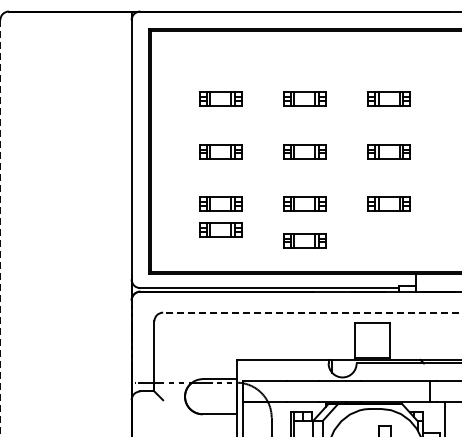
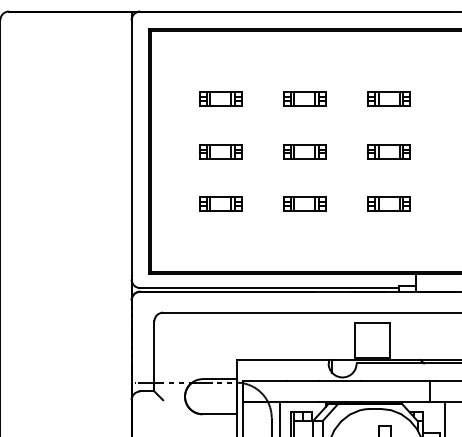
line at (0, 228): dashed -> solid
part at (220, 229): present -> none
part at (304, 240): present -> none
line at (311, 312): dashed -> solid
line at (280, 417): none -> present
